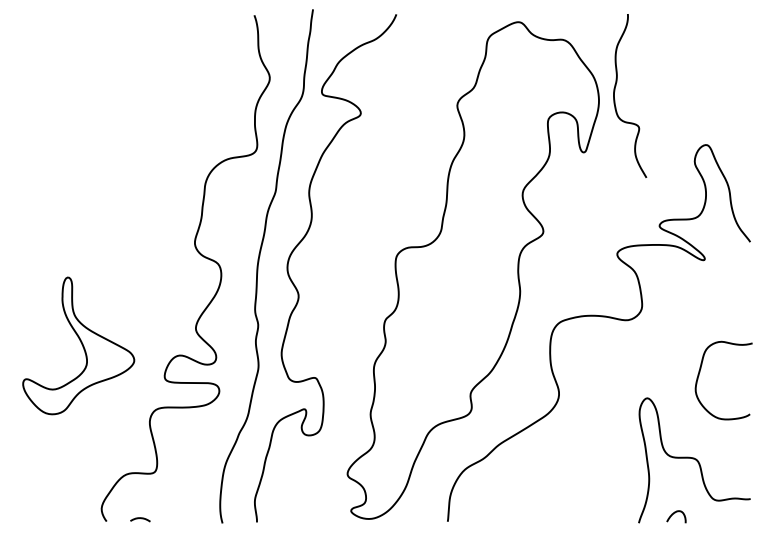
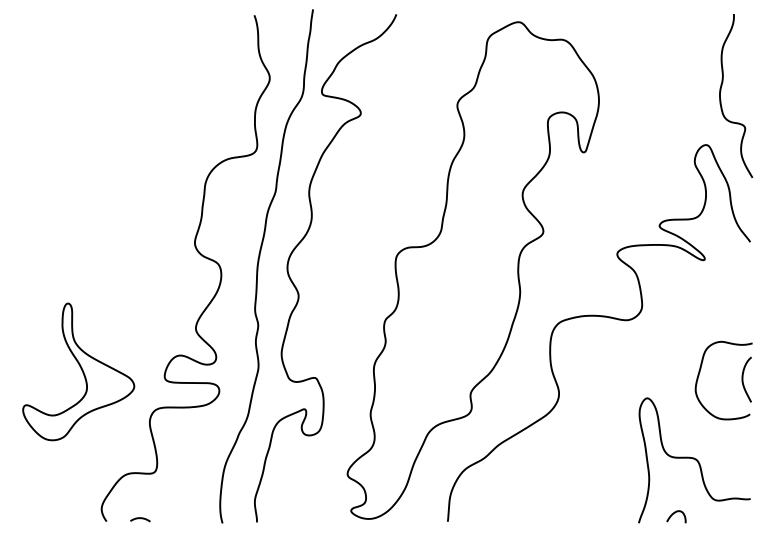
curve at (615, 91) position: (615, 91) -> (721, 91)
part at (78, 345) position: (78, 345) -> (78, 371)
curve at (743, 379): none -> present
